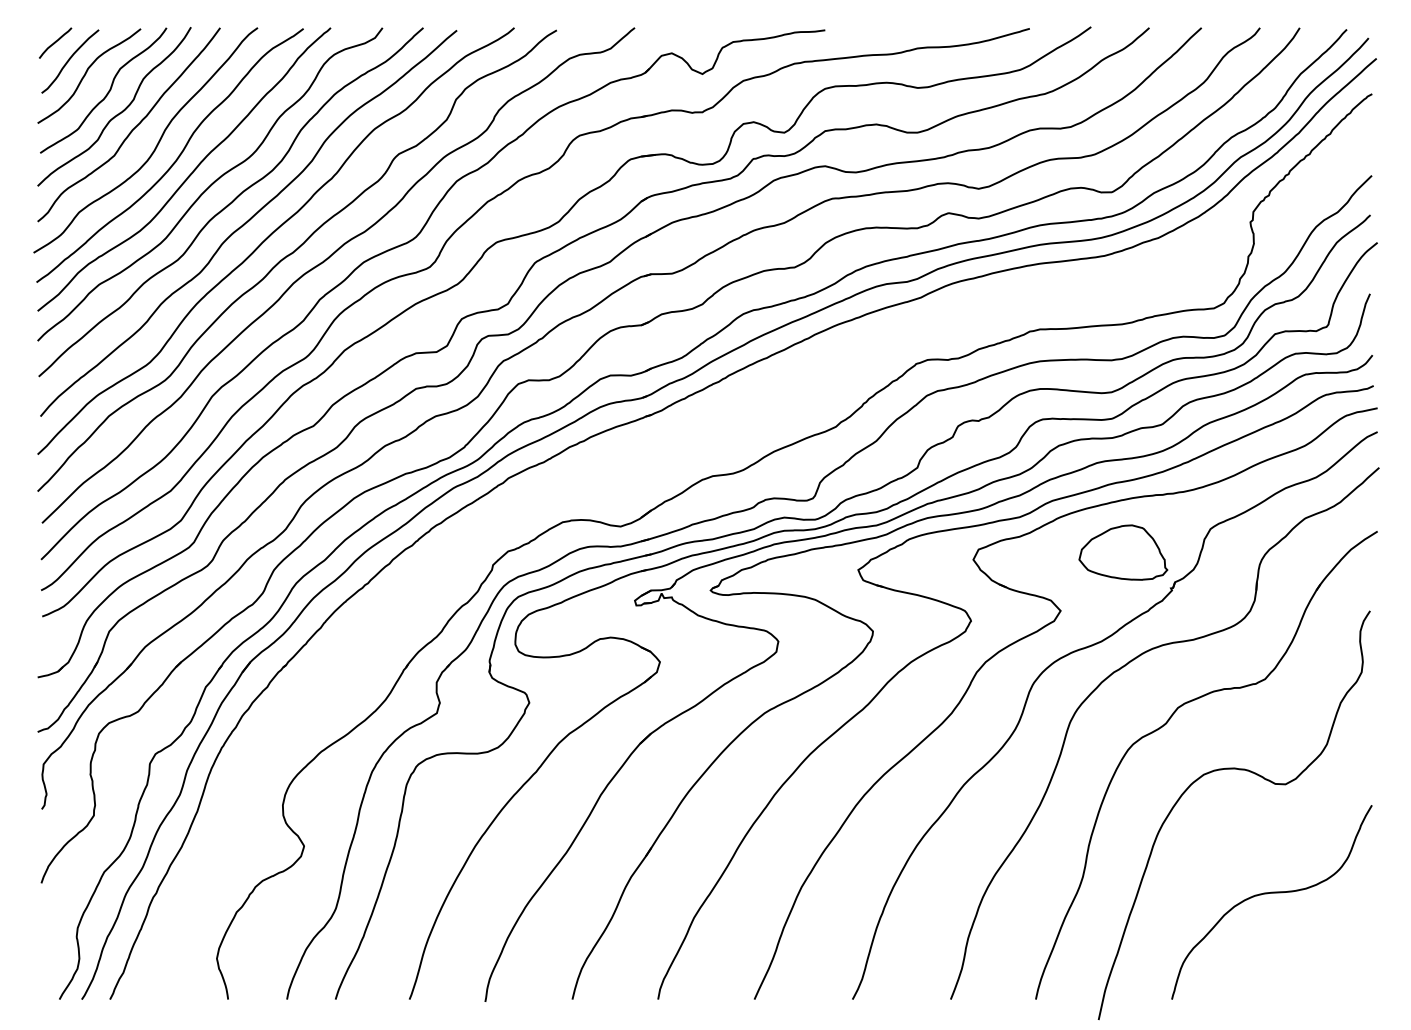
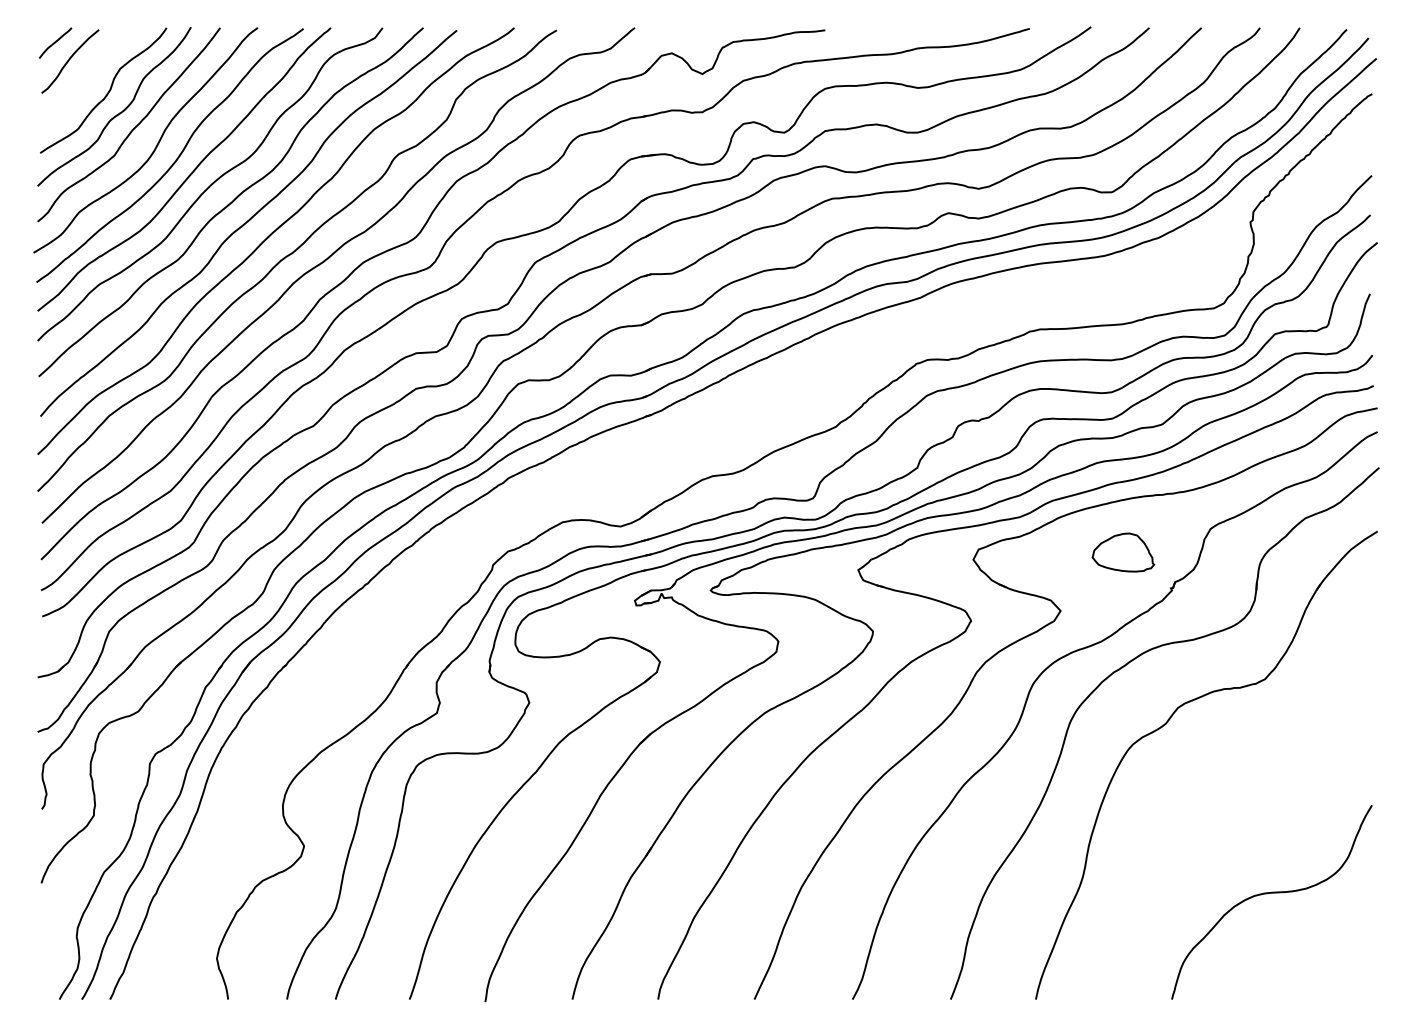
curve at (86, 74): present -> none
part at (1123, 552) size: 91x57 px -> 65x41 px
curve at (1239, 770): present -> none
